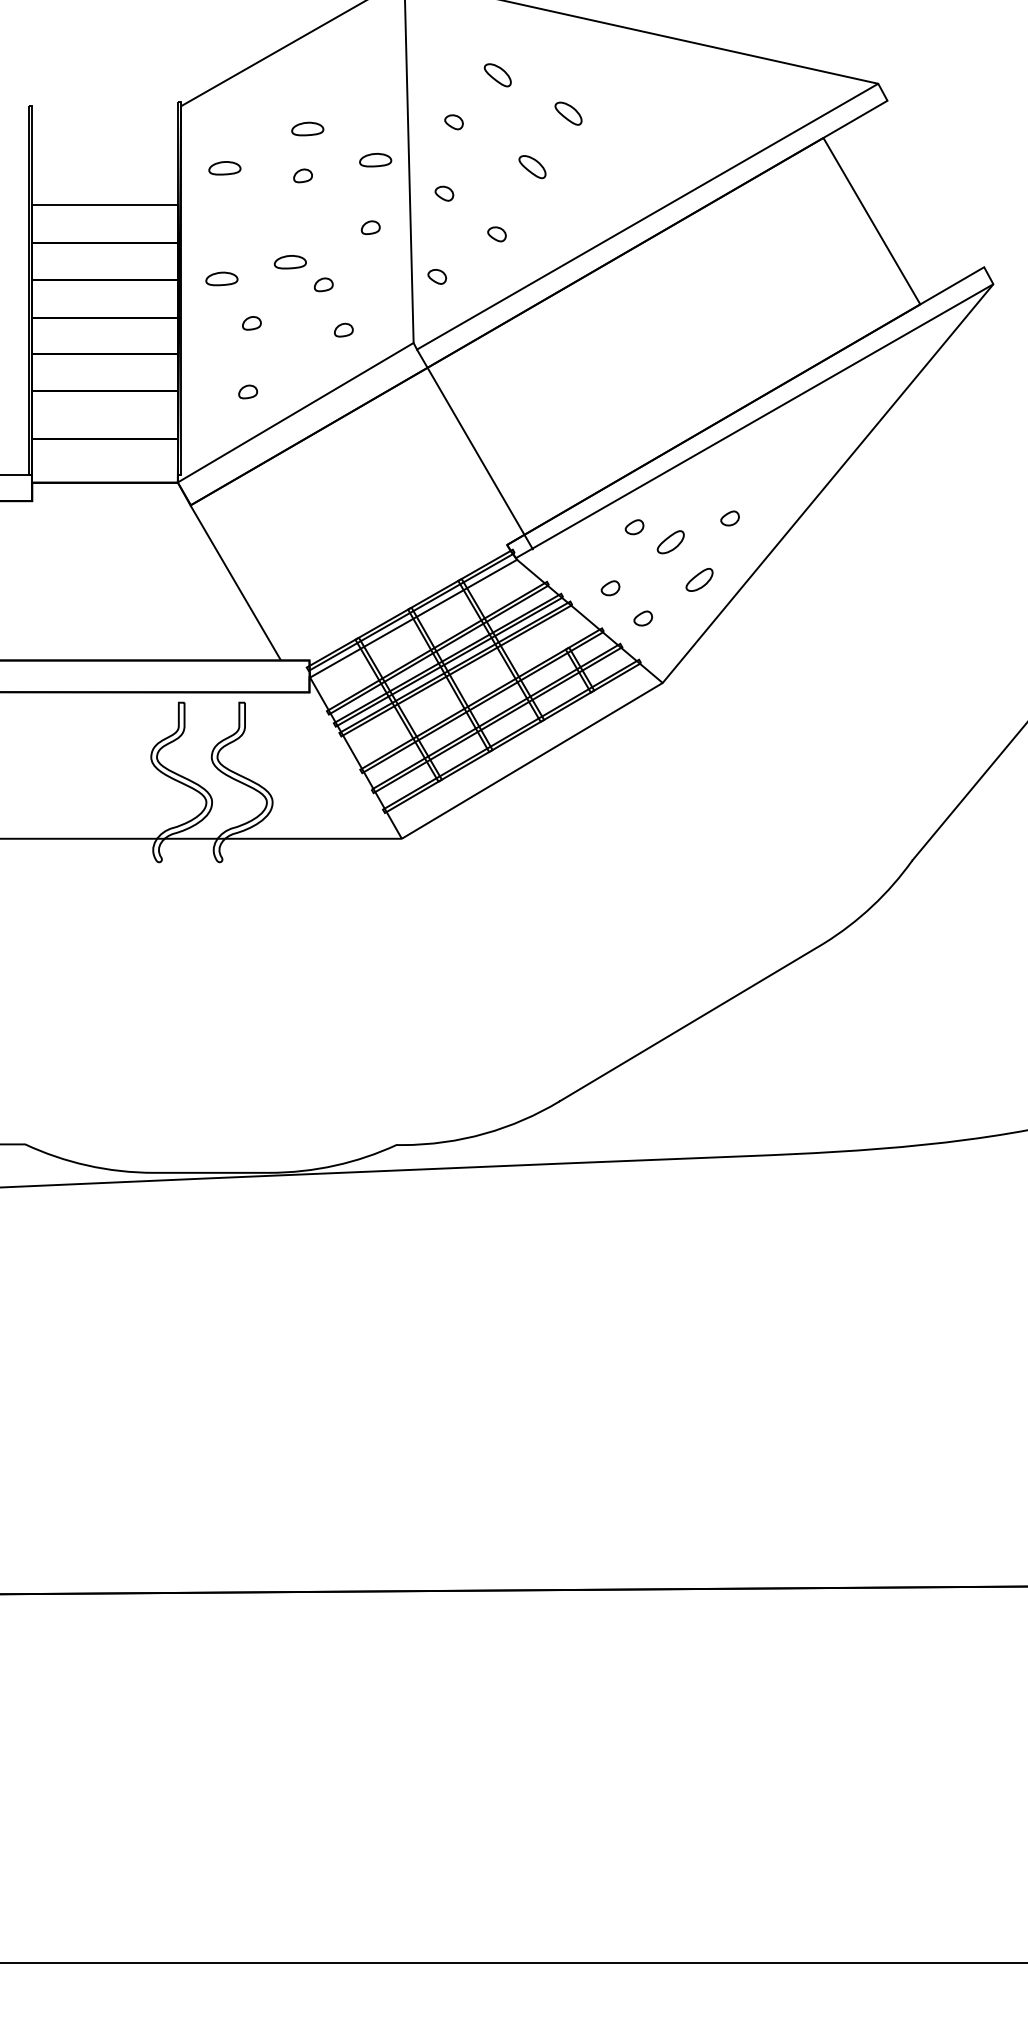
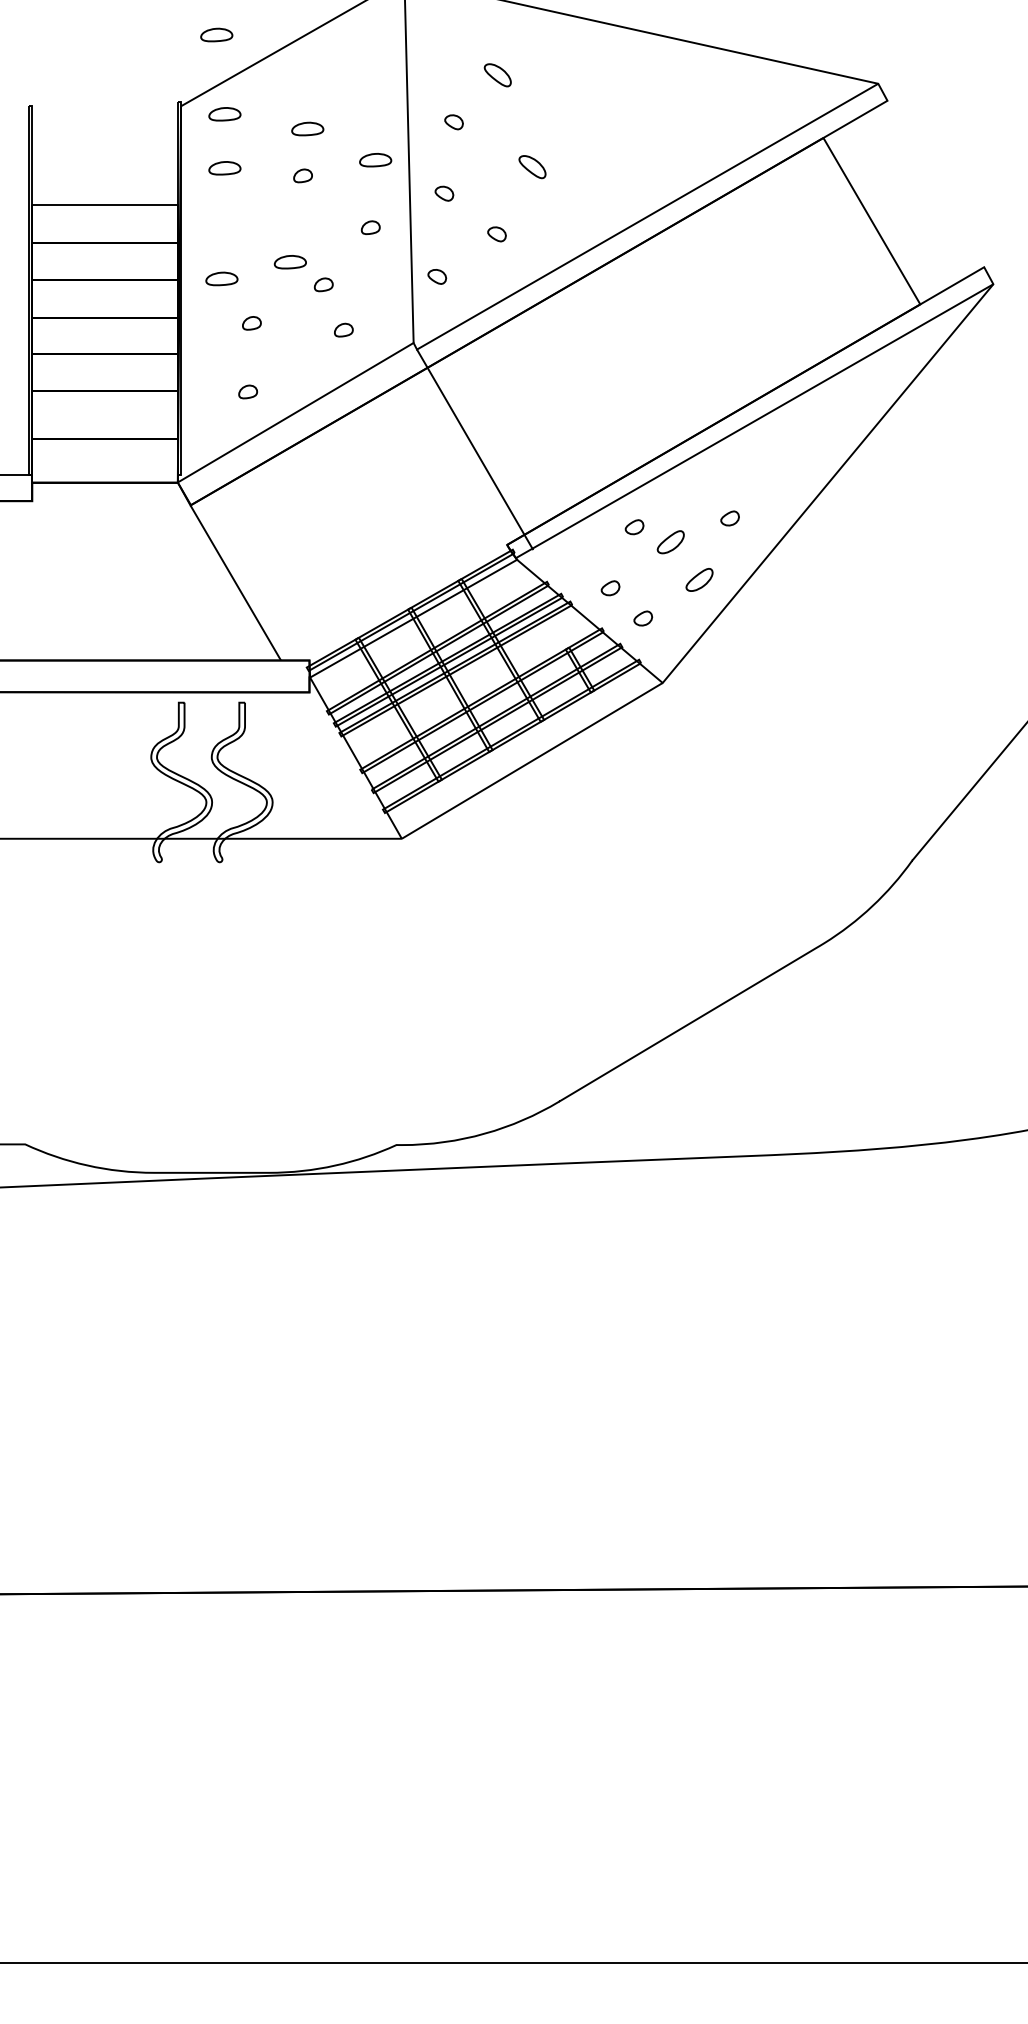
part at (216, 34): none -> present
part at (568, 113): present -> none
part at (224, 114): none -> present
